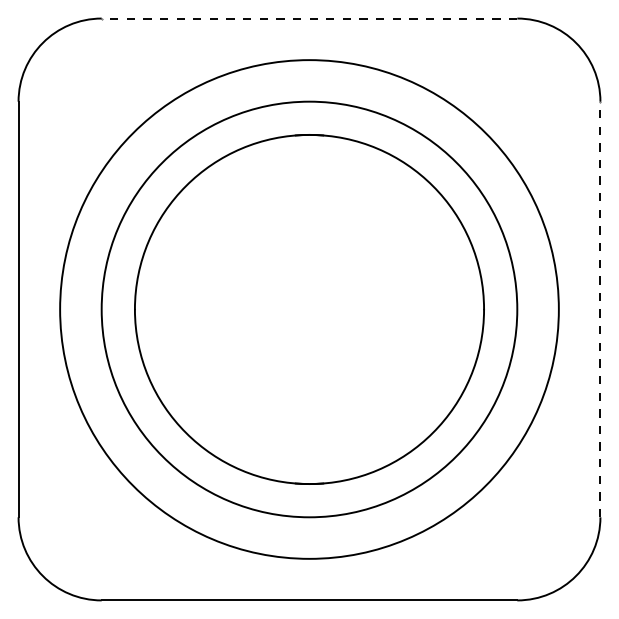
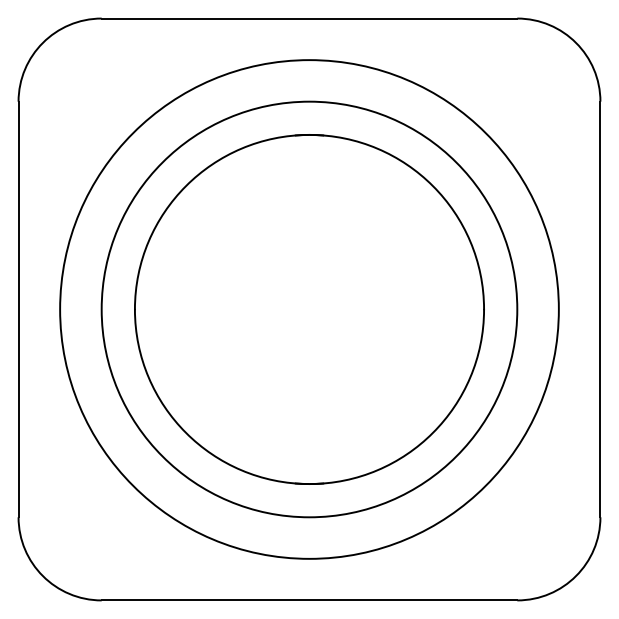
line at (309, 18): dashed -> solid
line at (600, 309): dashed -> solid
